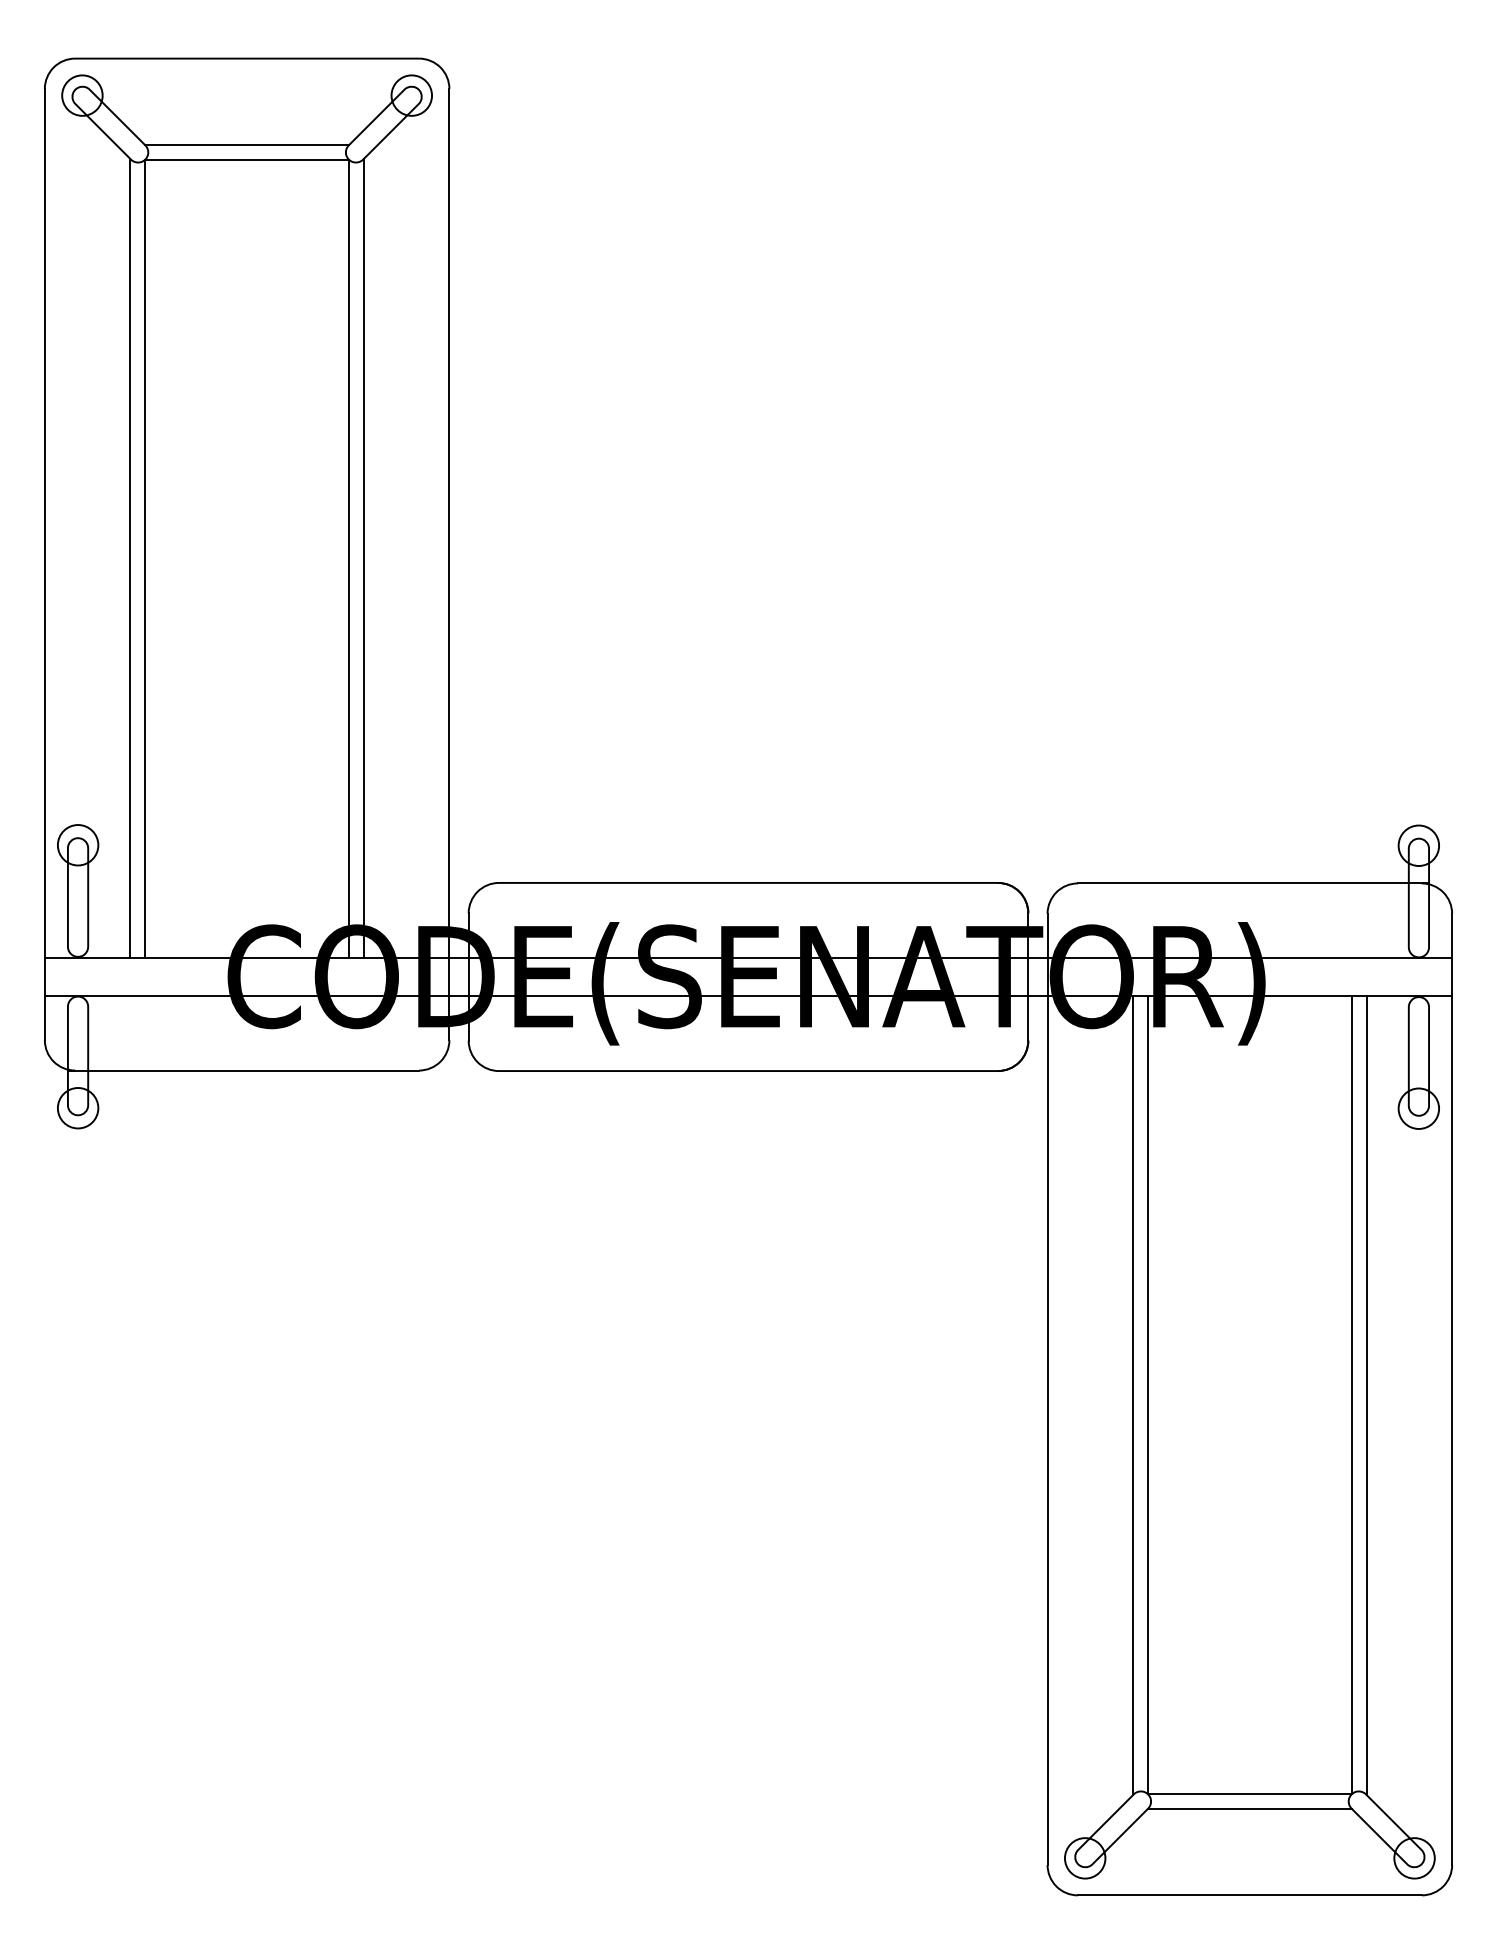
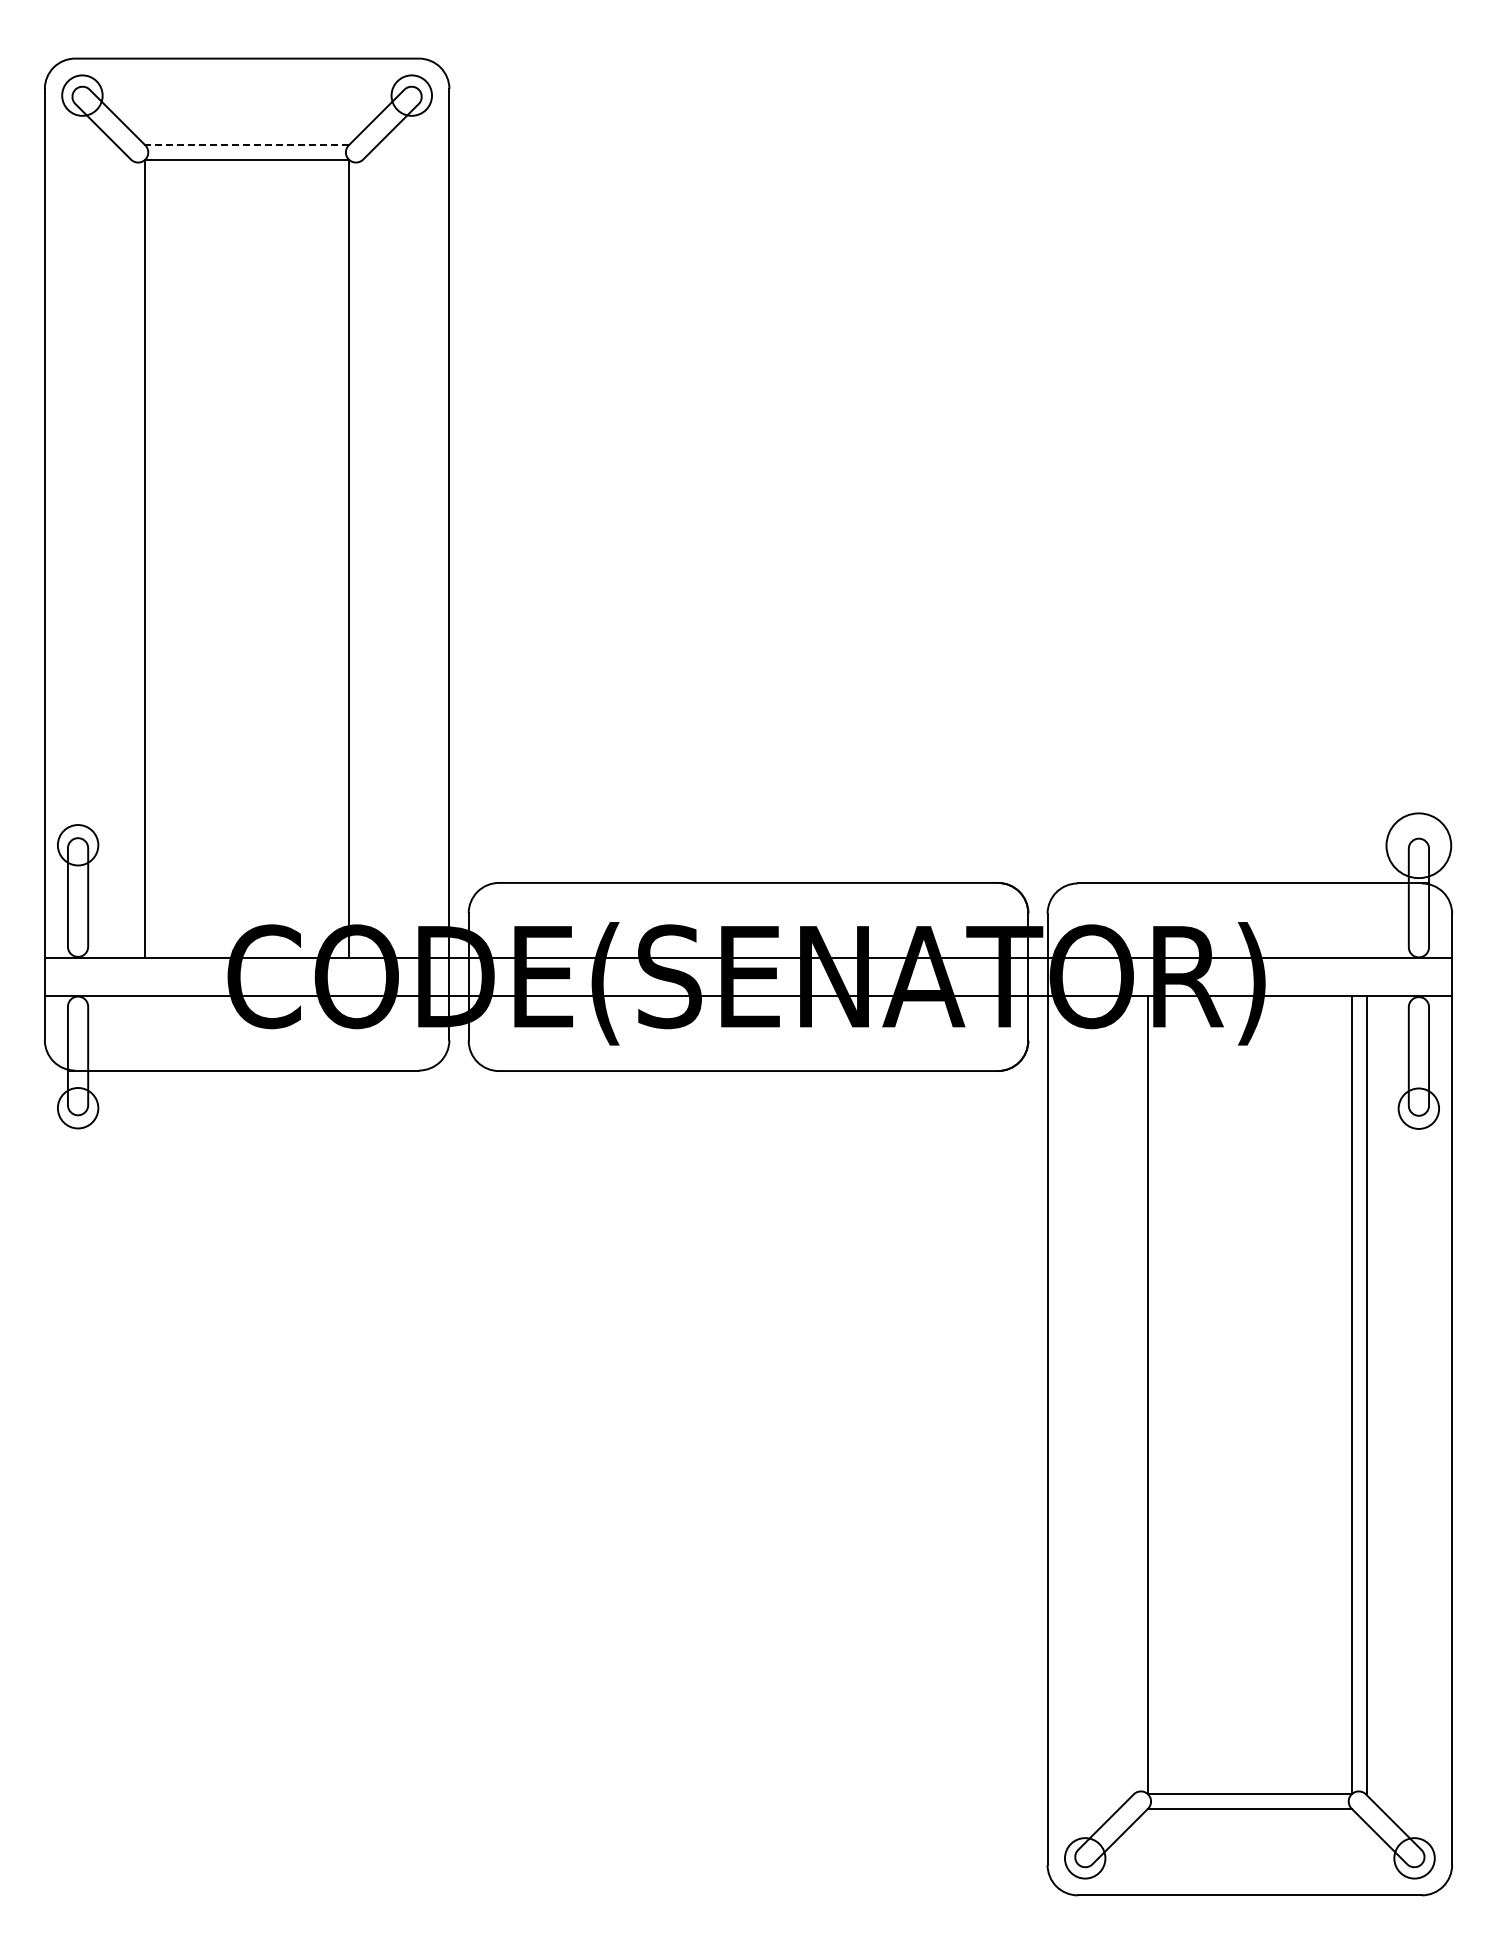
line at (247, 145): solid -> dashed
line at (130, 557): present -> none
line at (364, 557): present -> none
circle at (1418, 845) diameter: 40 px -> 65 px
line at (1132, 1395): present -> none
